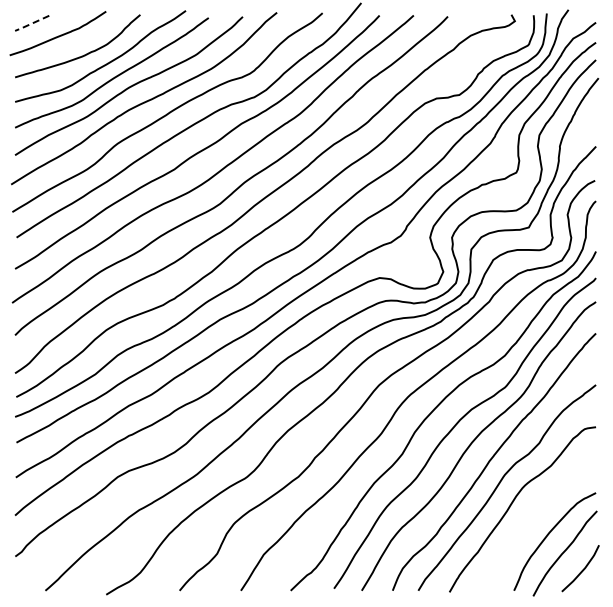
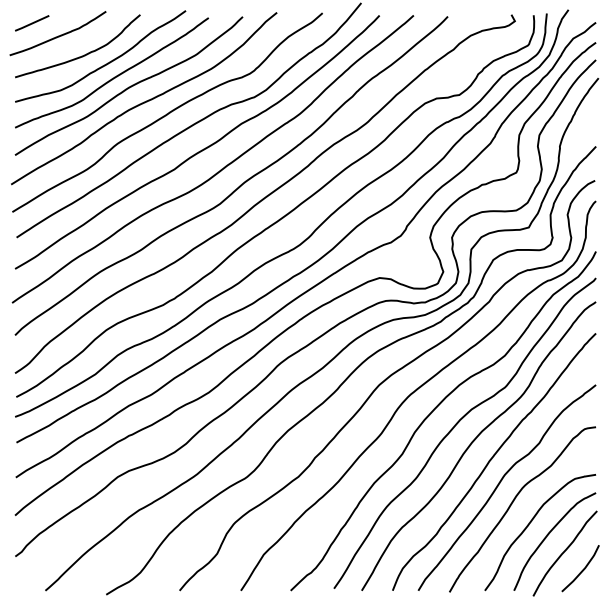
line at (31, 24): dashed -> solid
curve at (529, 525): none -> present
